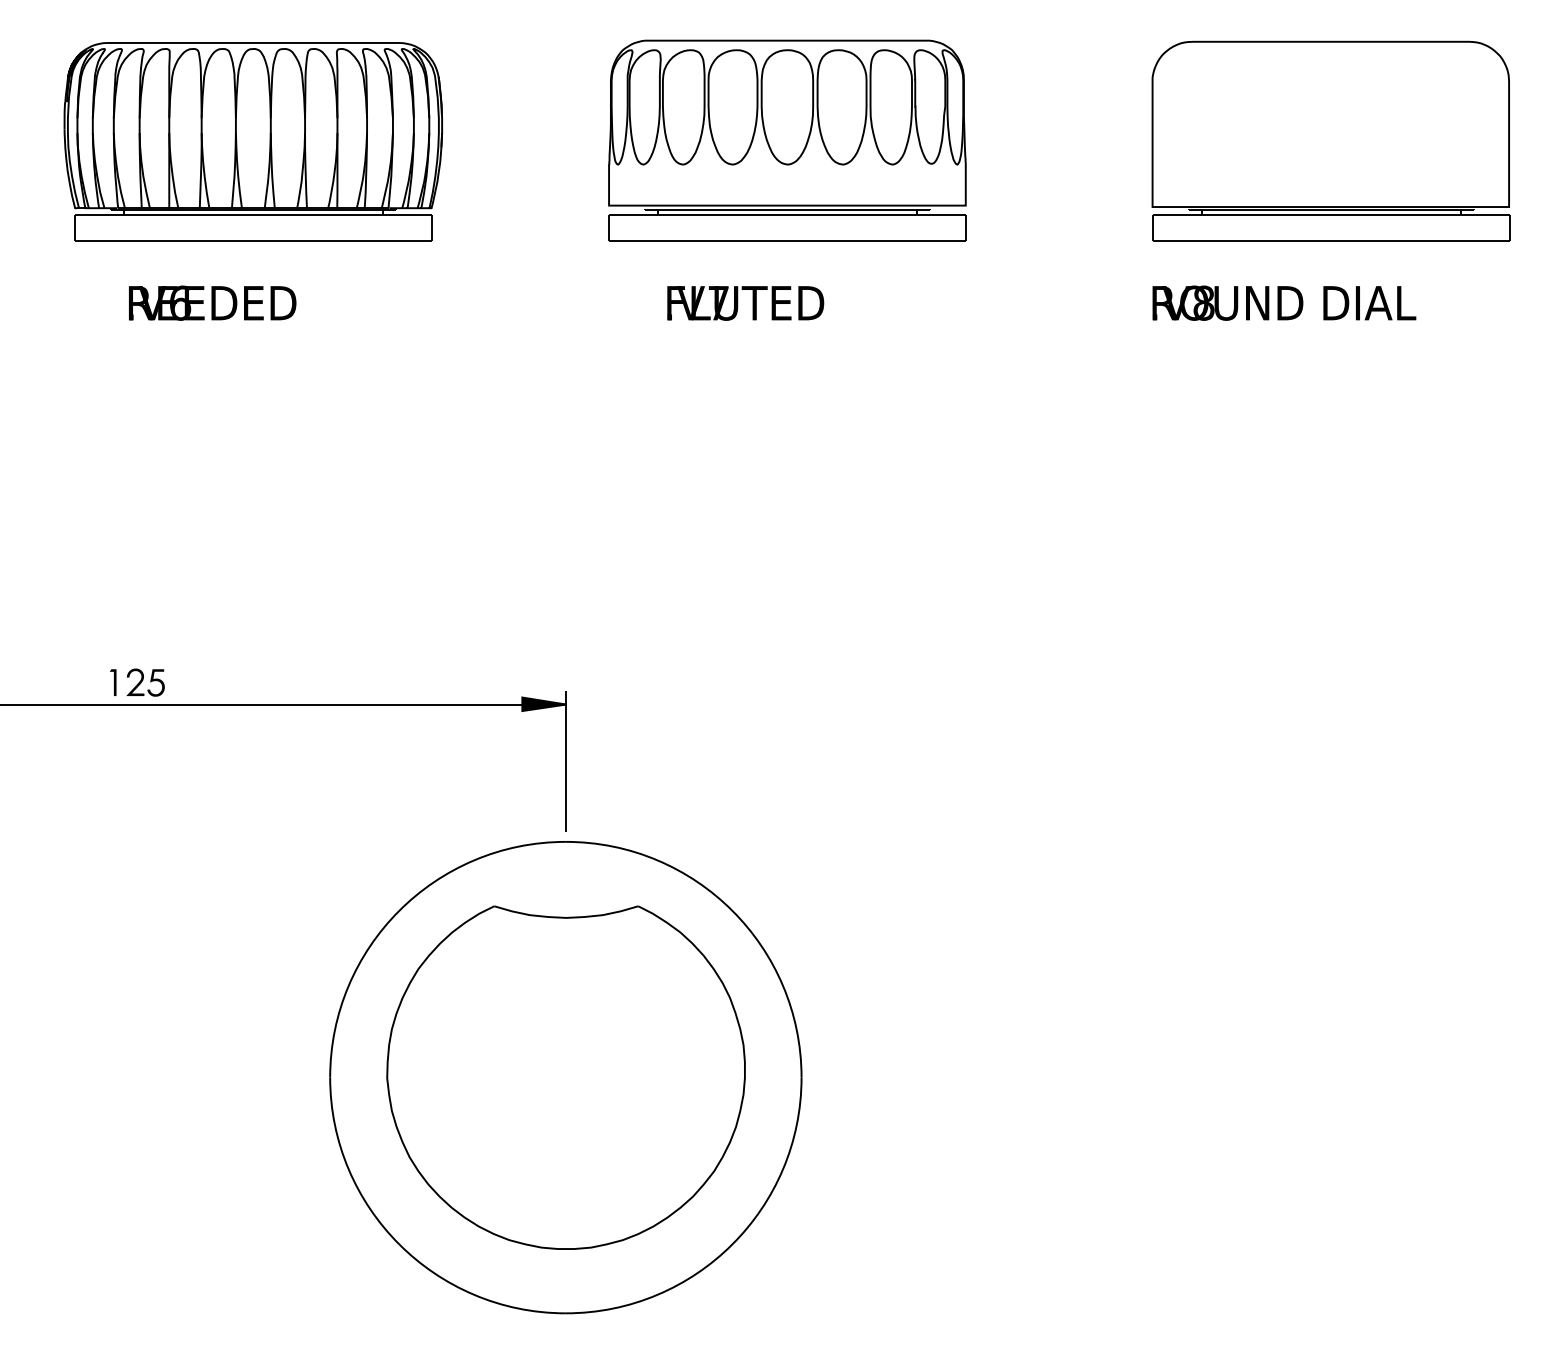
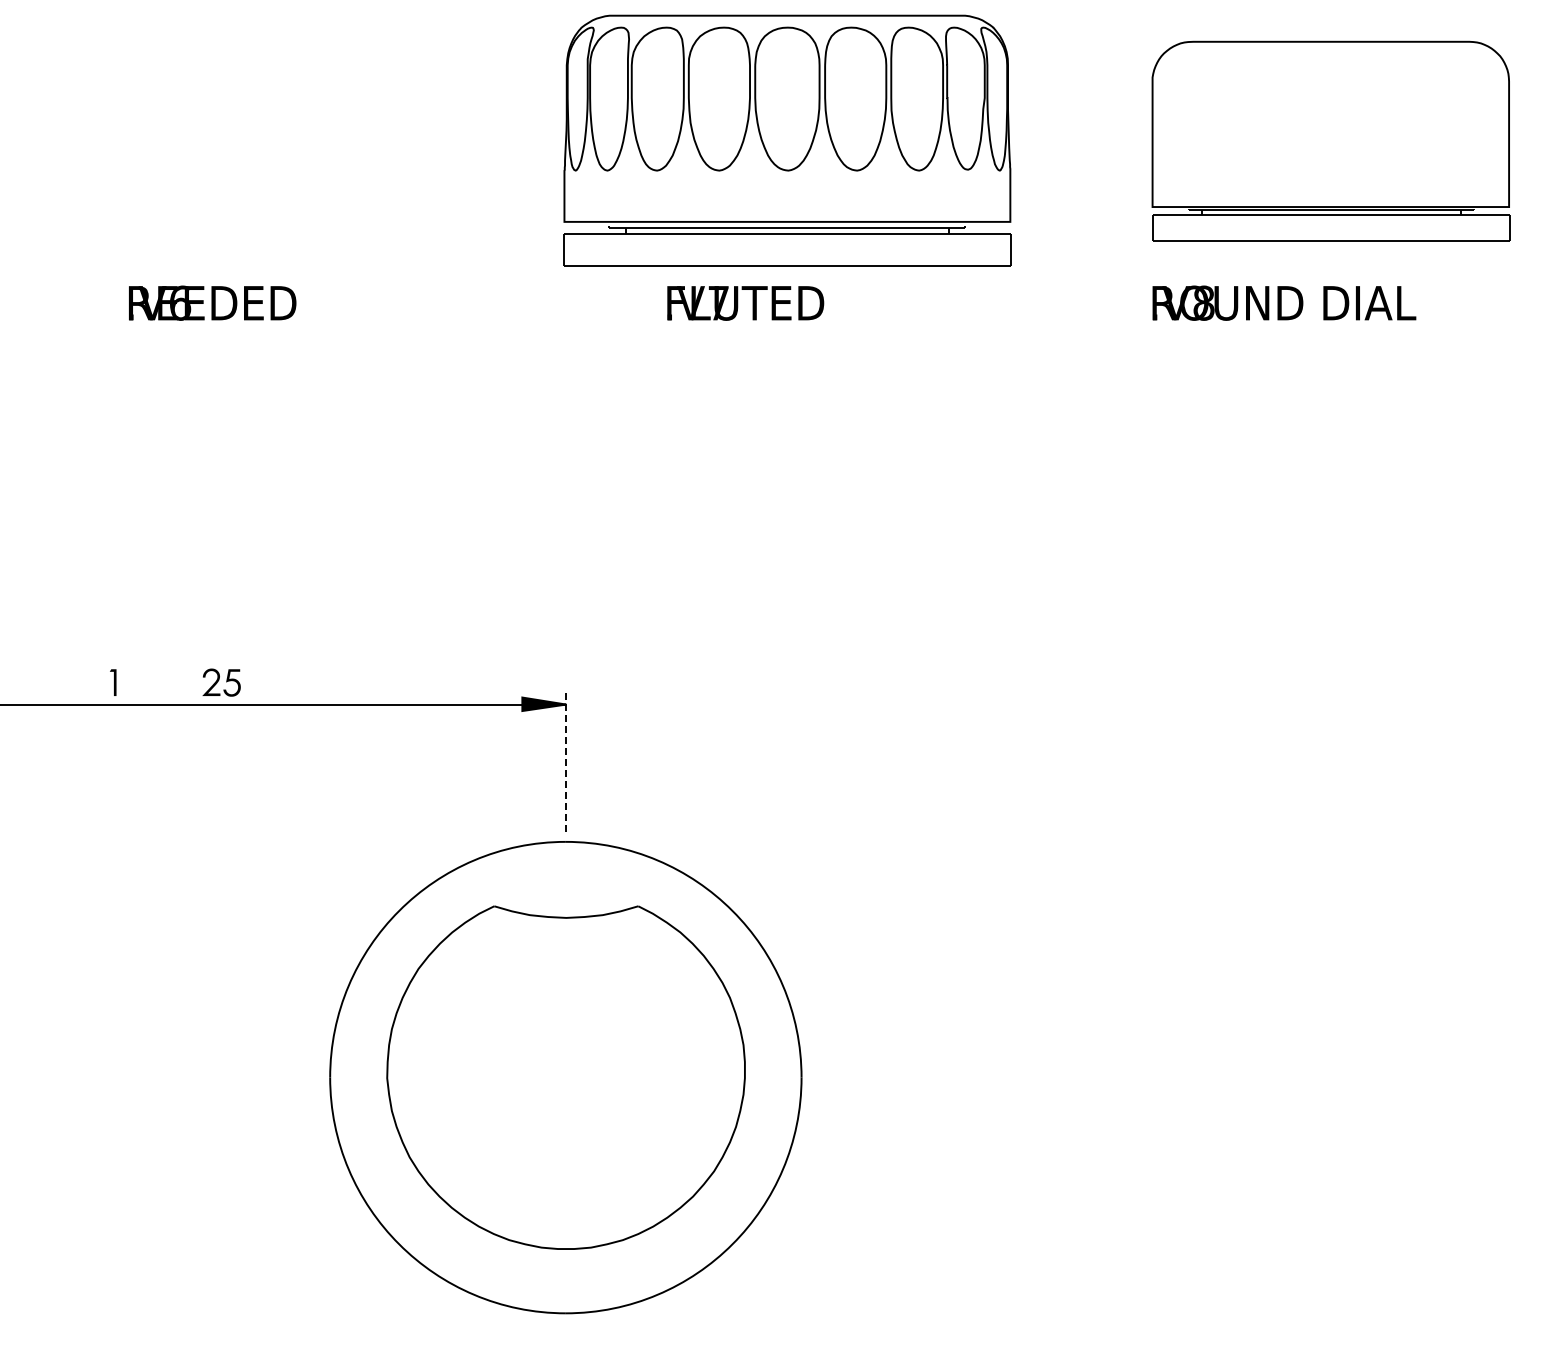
part at (787, 140) size: 359x203 px -> 449x253 px
part at (253, 141): present -> none
part at (145, 682) position: (145, 682) -> (221, 682)
line at (566, 760): solid -> dashed
